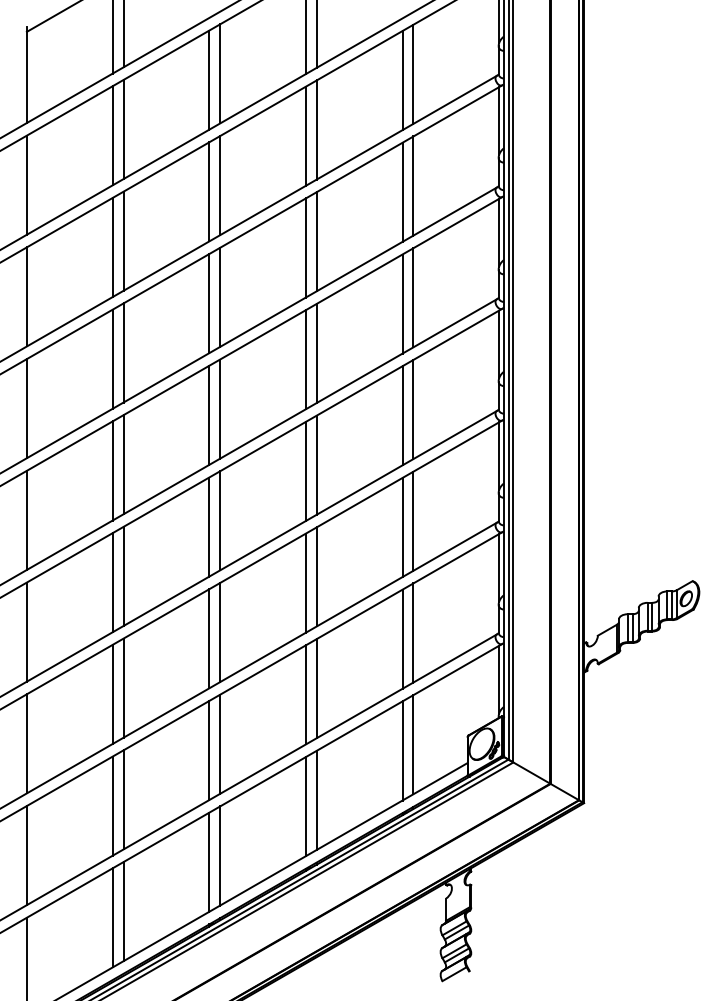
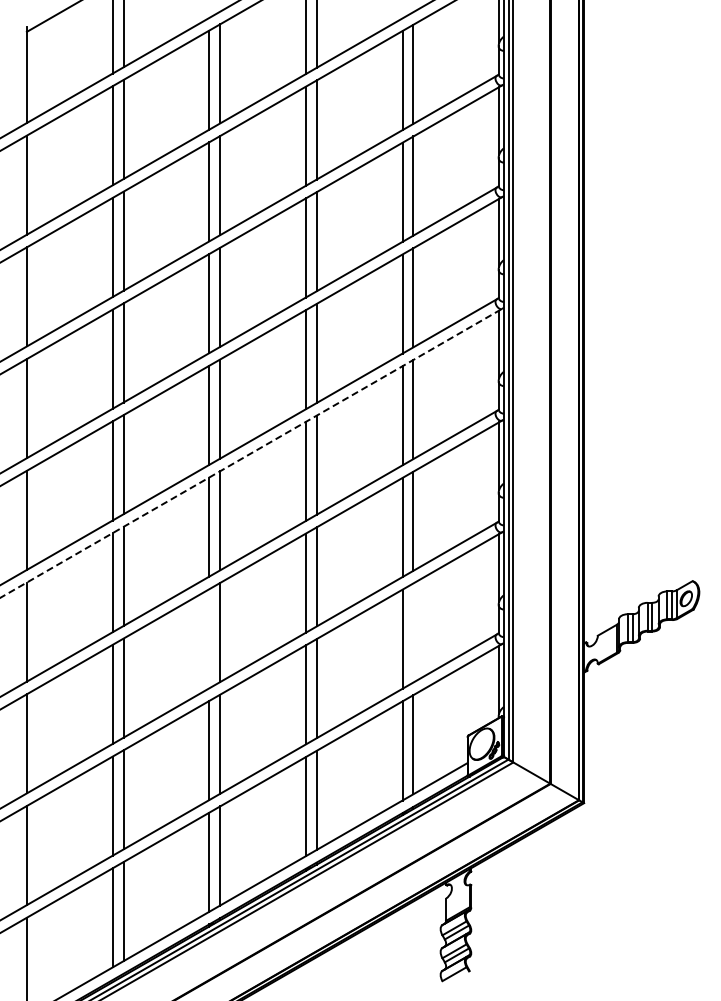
line at (251, 453): solid -> dashed
line at (413, 632): present -> none
line at (209, 638): present -> none
